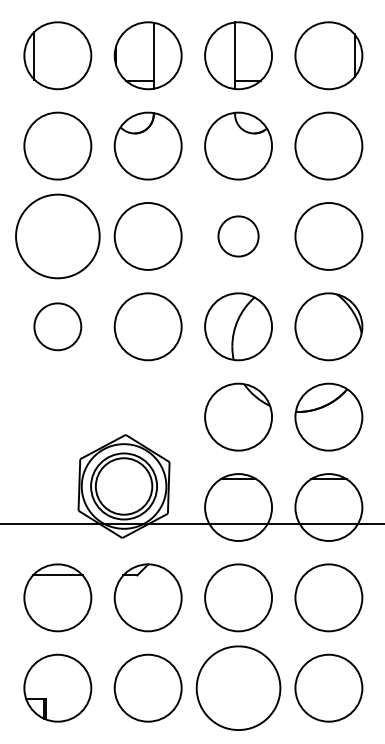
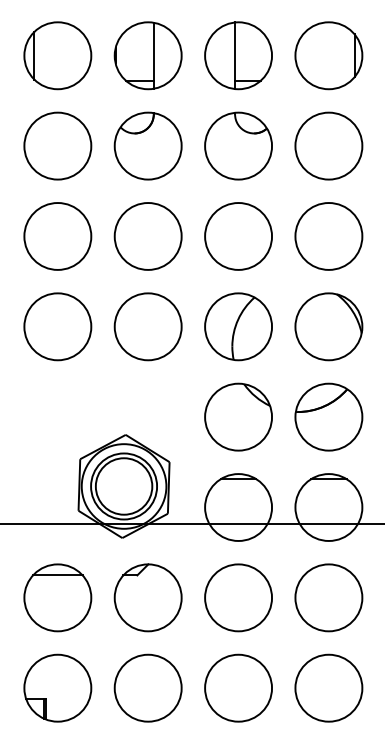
circle at (57, 236) diameter: 84 px -> 67 px
circle at (238, 236) diameter: 40 px -> 67 px
circle at (57, 326) diameter: 47 px -> 67 px
circle at (238, 688) diameter: 84 px -> 67 px
